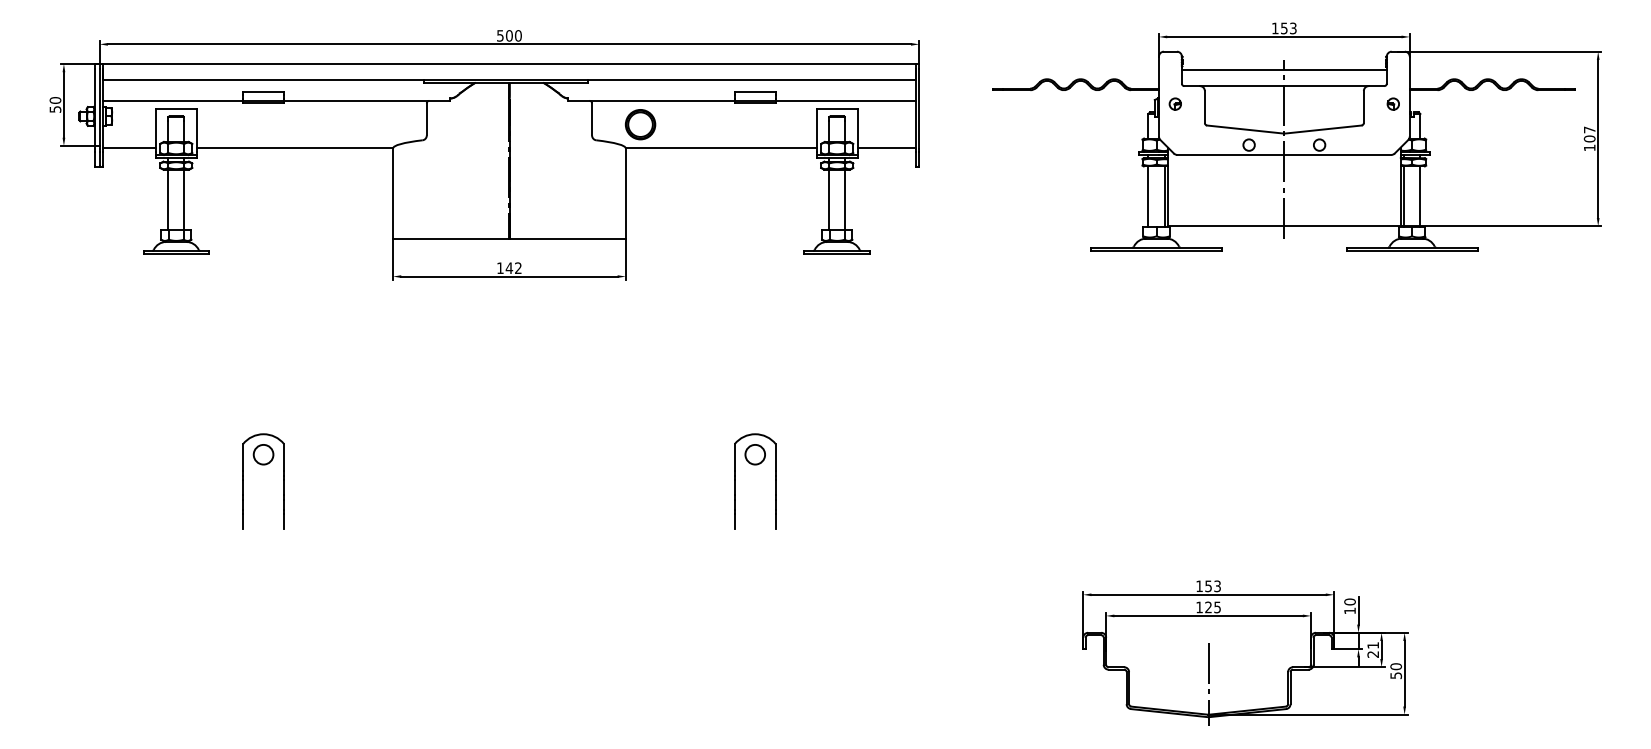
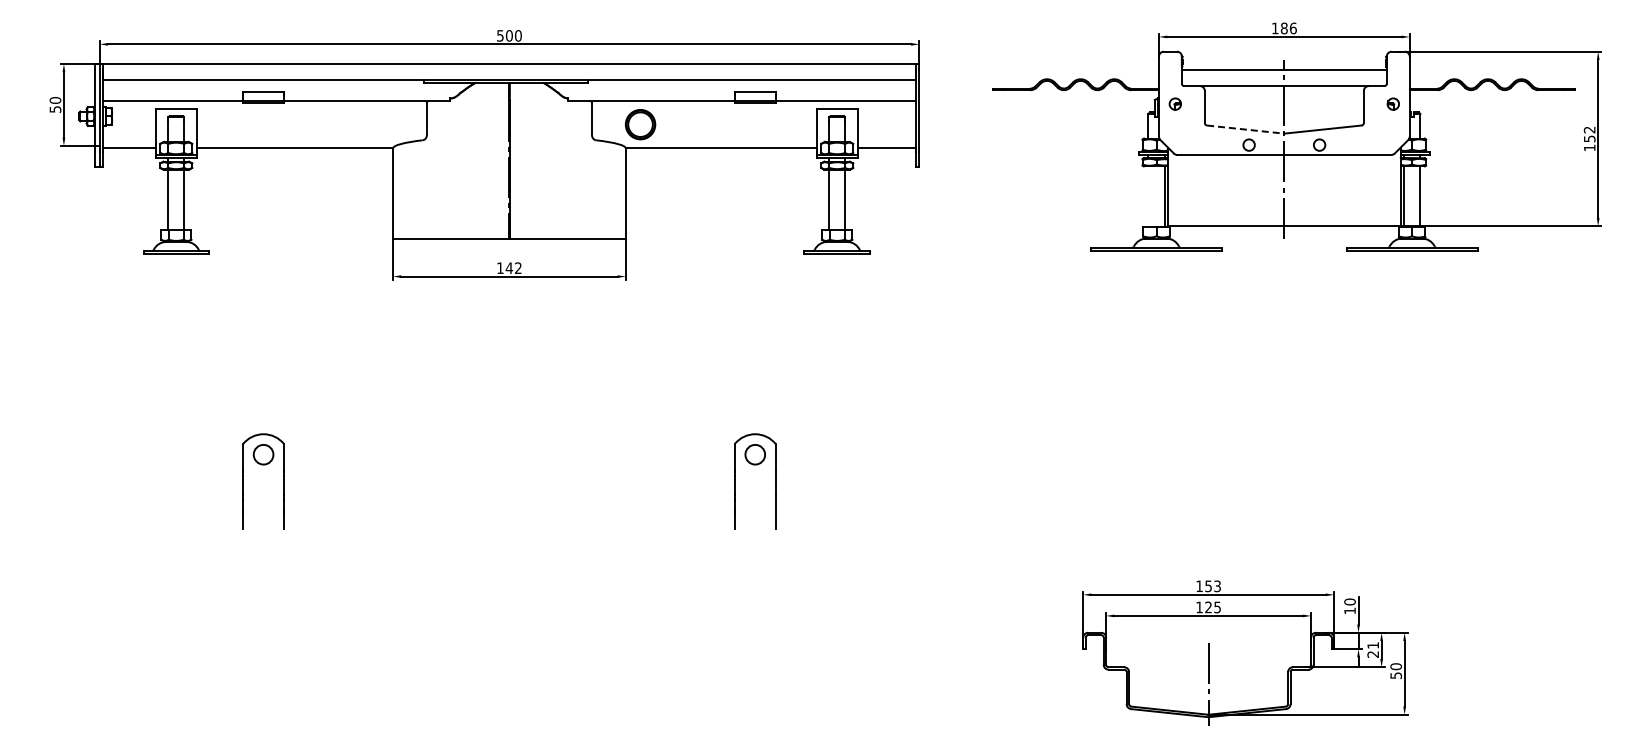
text at (1288, 28): 153 -> 186
line at (1245, 129): solid -> dashed
text at (1589, 134): 107 -> 152
line at (1148, 196): present -> none
